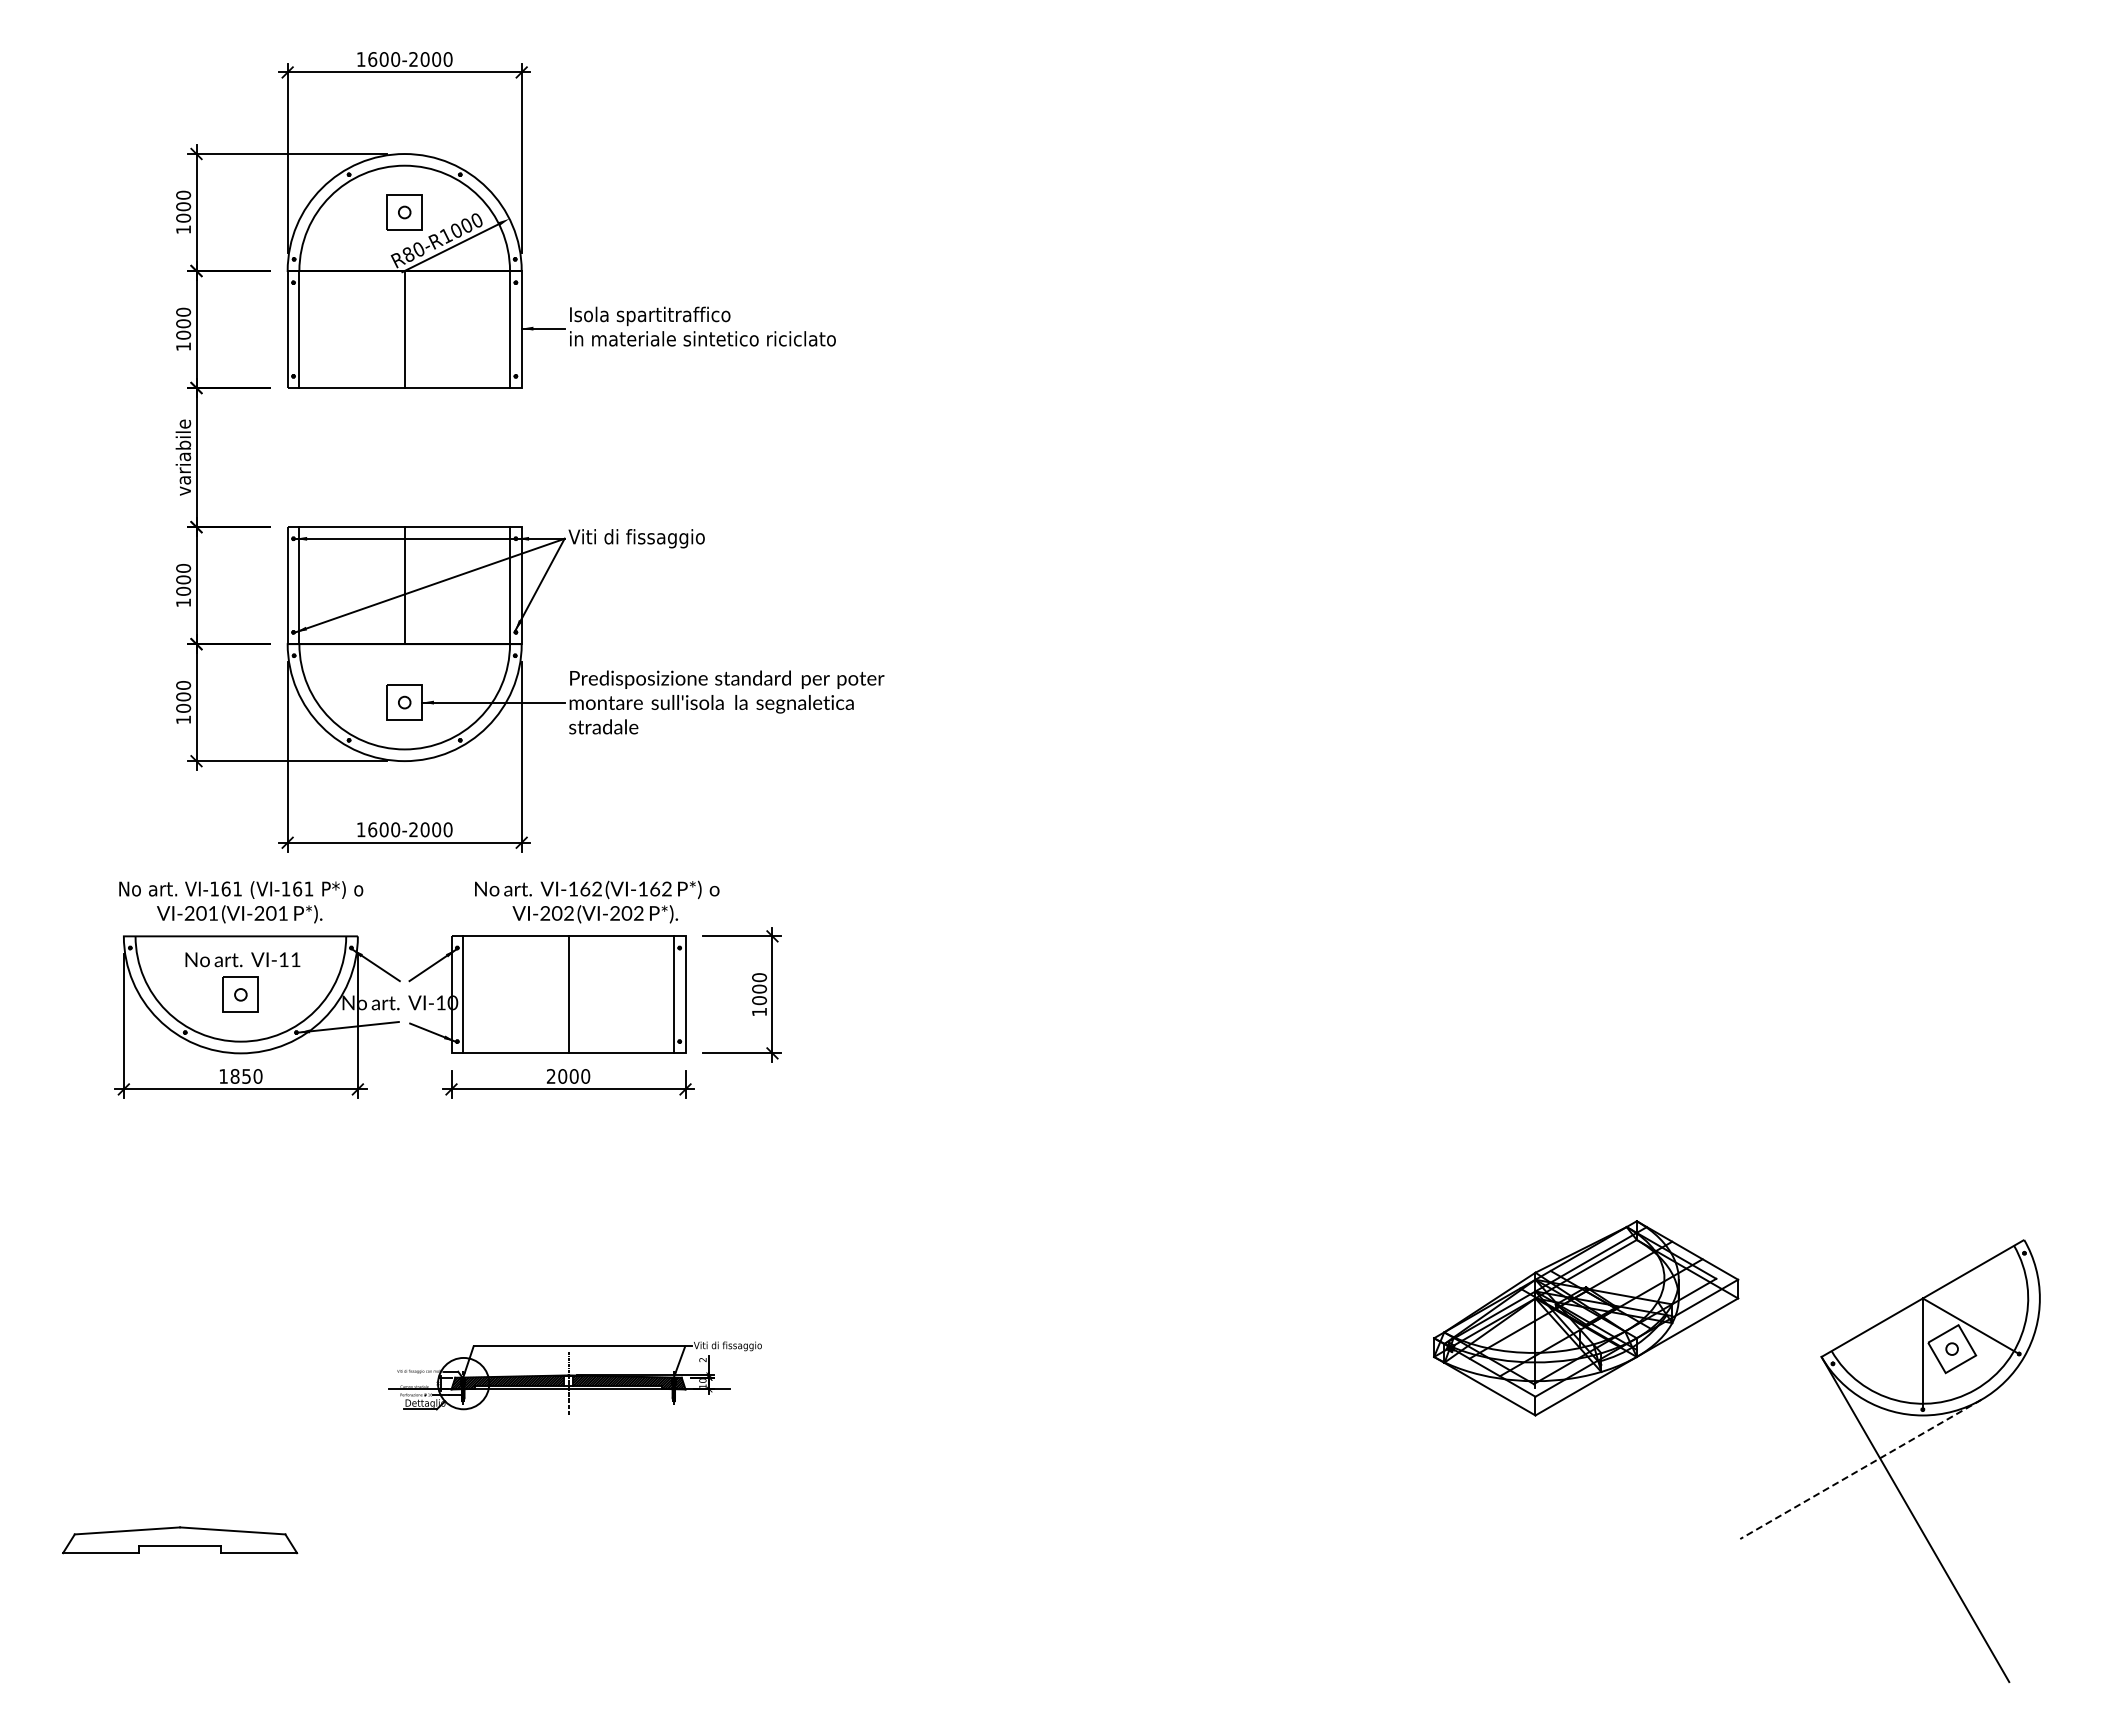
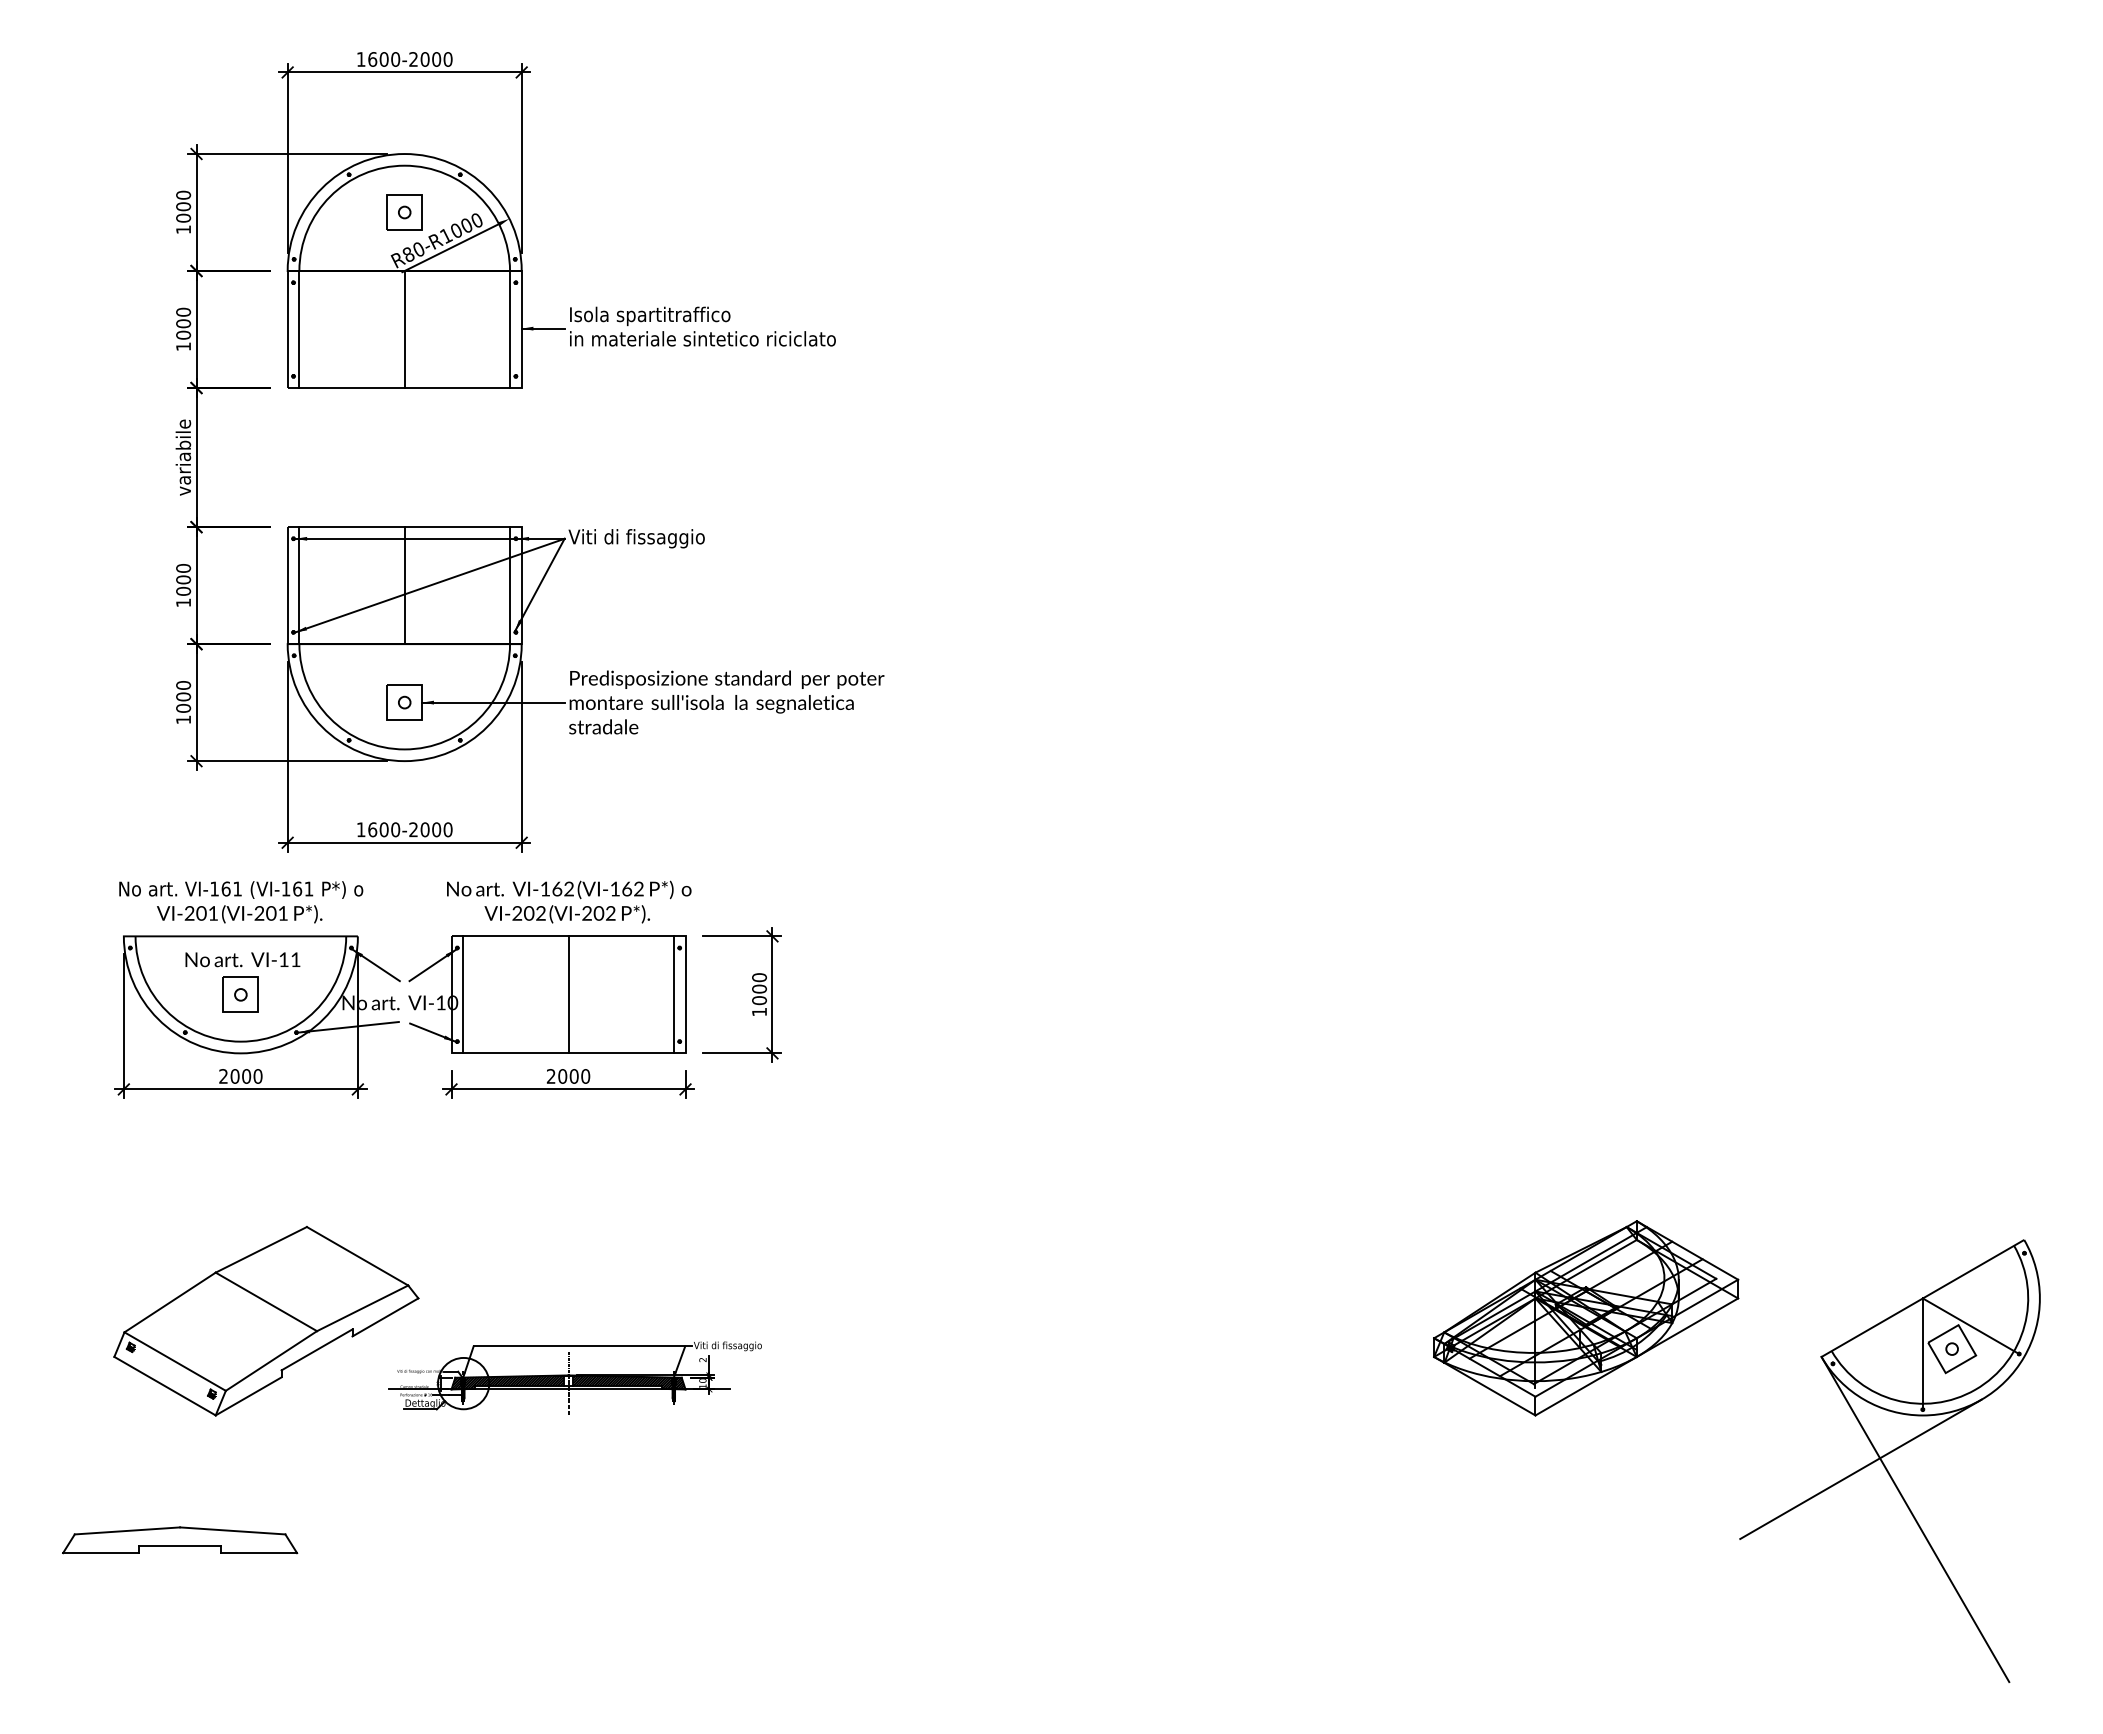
text at (597, 901) position: (597, 901) -> (569, 901)
text at (235, 1076): 1850 -> 2000
part at (266, 1321): none -> present
line at (1860, 1469): dashed -> solid
